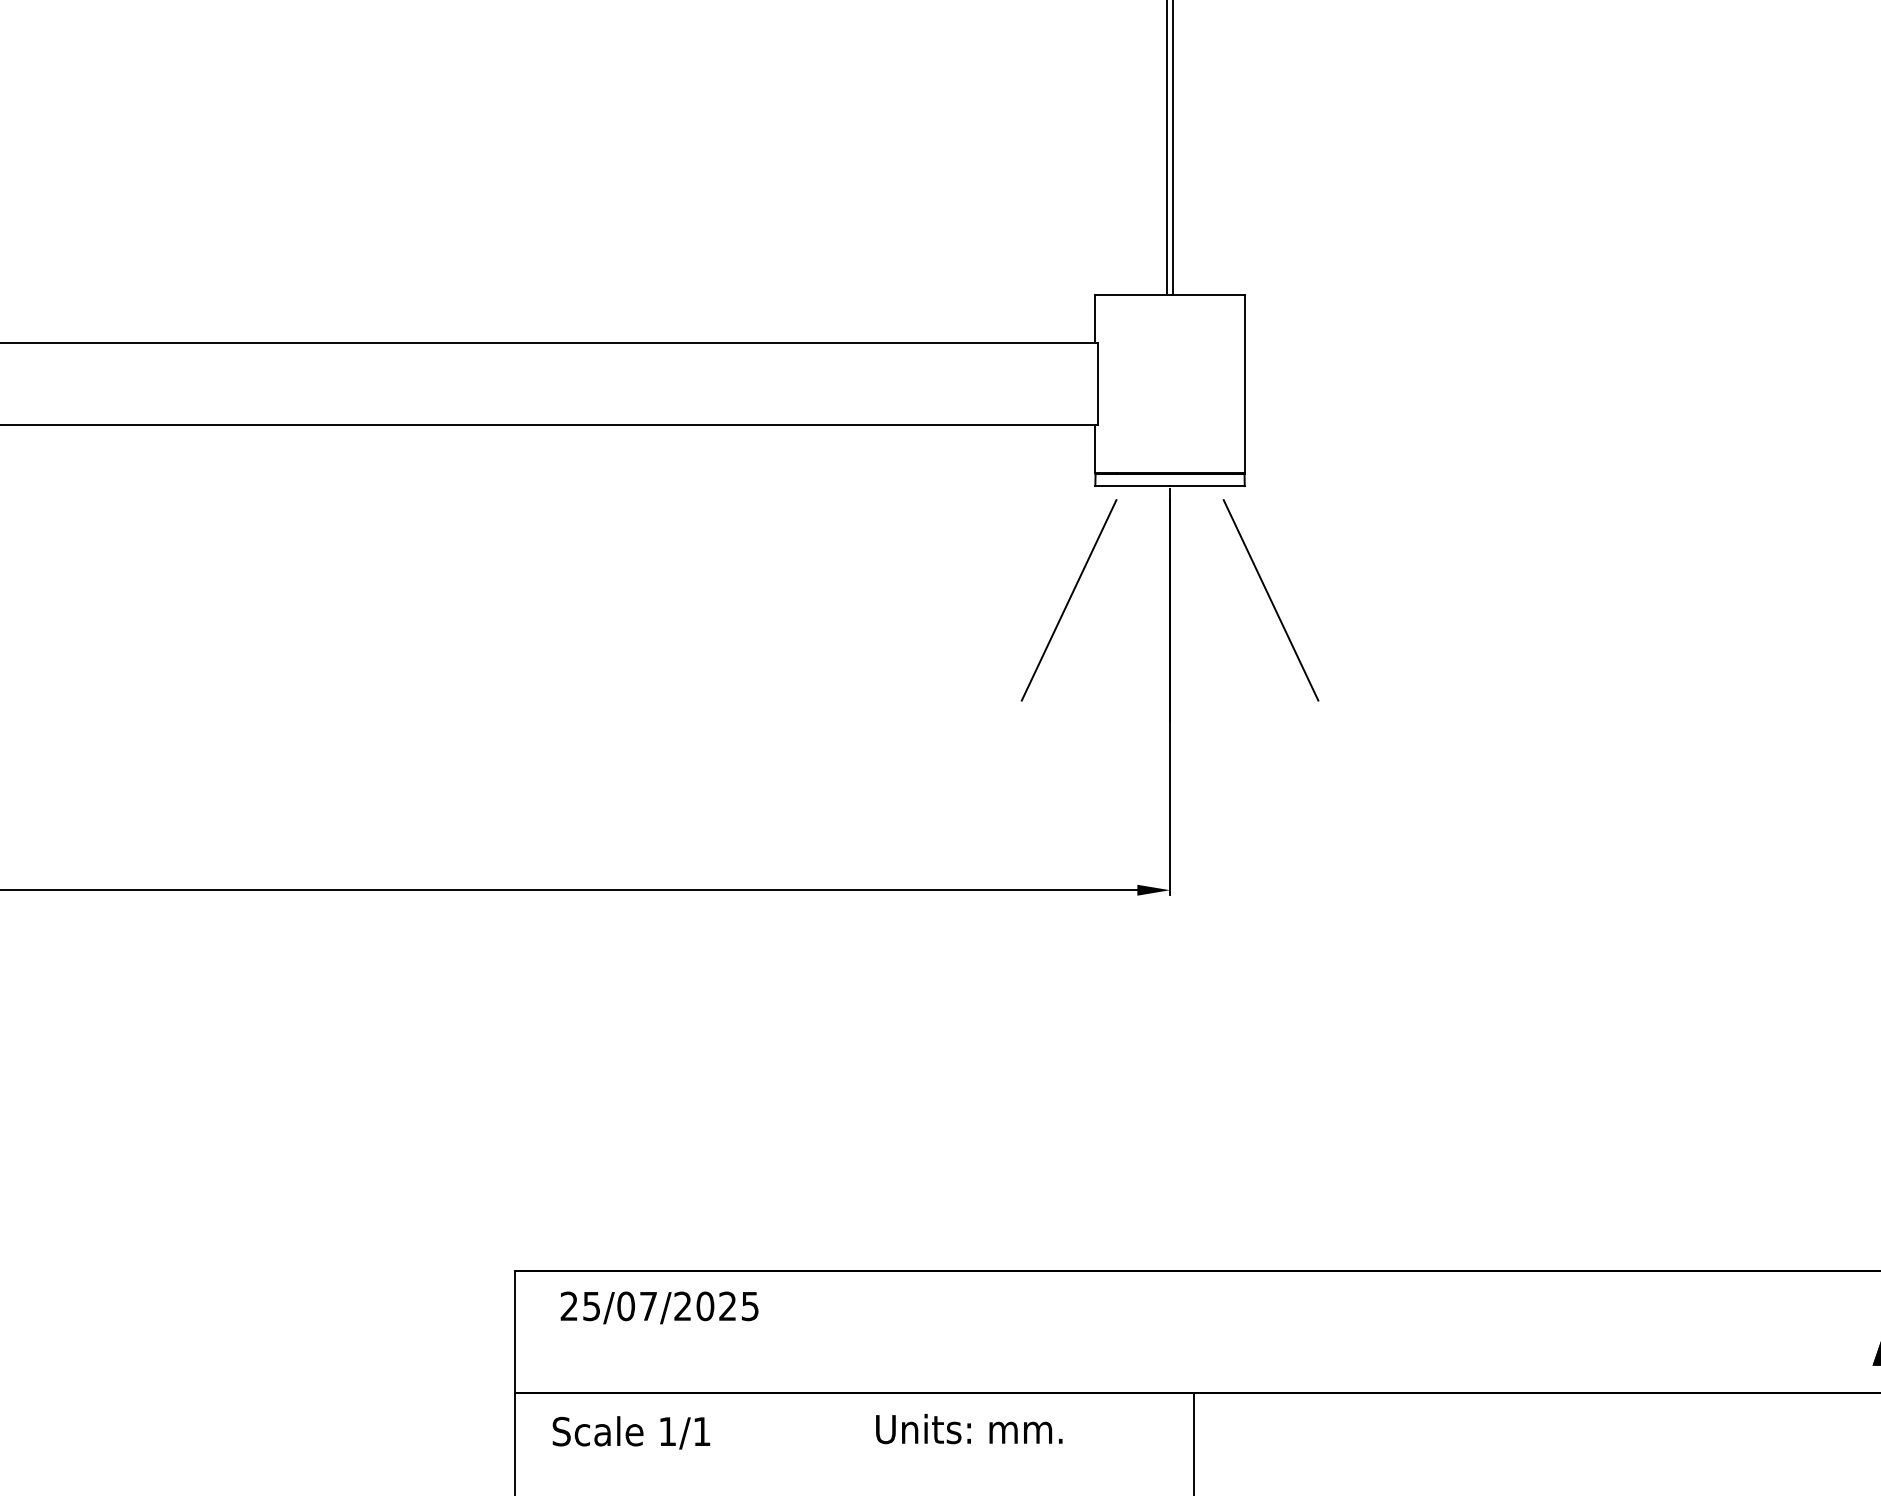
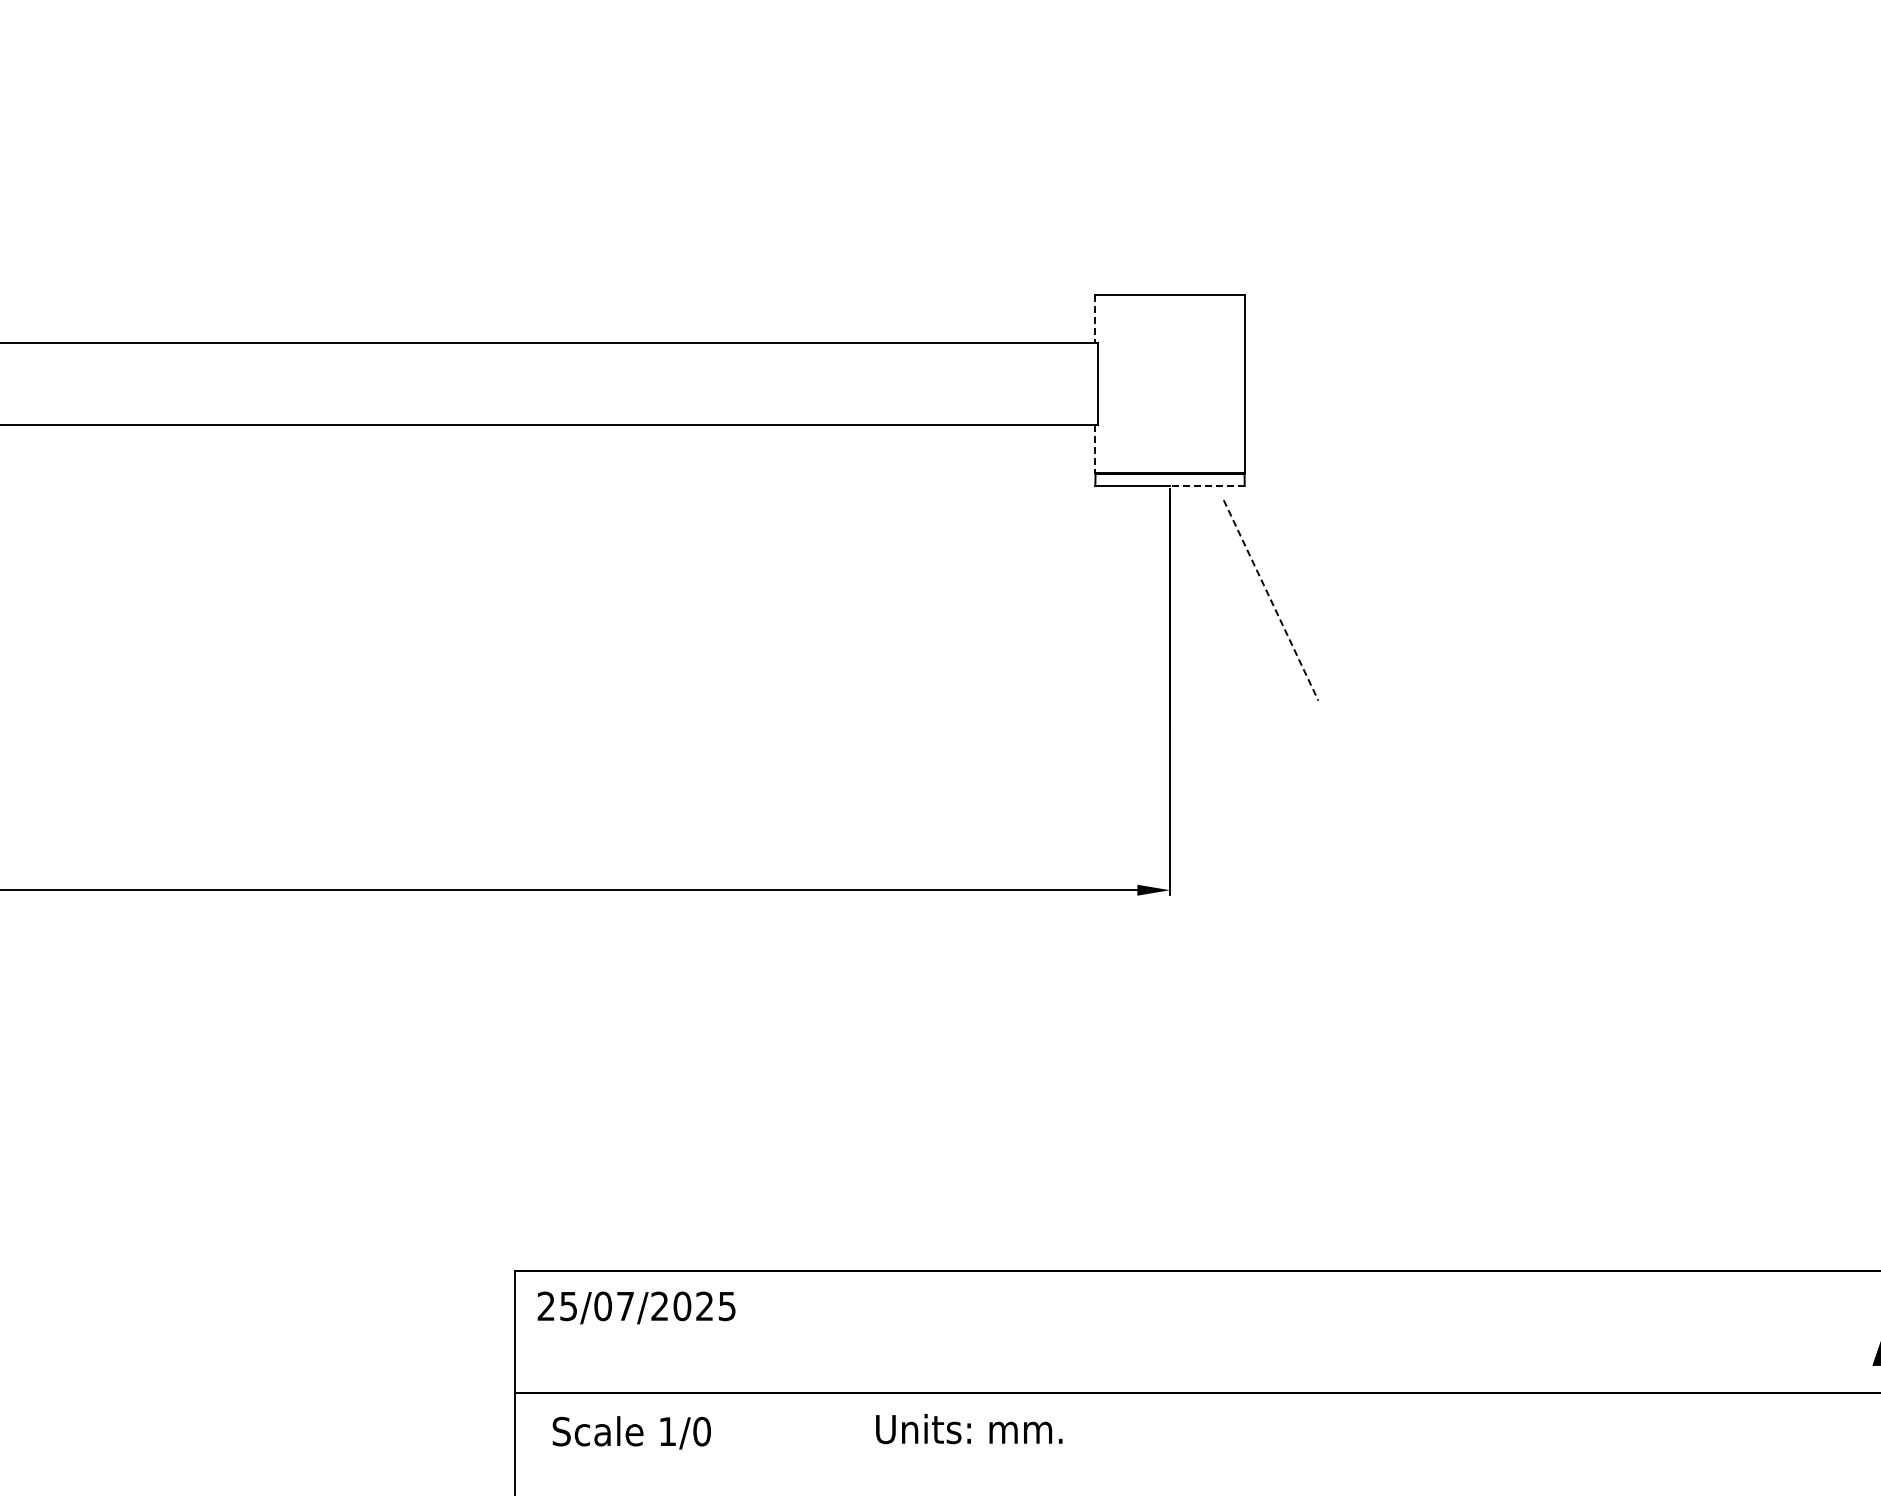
line at (1166, 148): present -> none
line at (1173, 148): present -> none
line at (1095, 319): solid -> dashed
line at (1095, 449): solid -> dashed
line at (1206, 486): solid -> dashed
line at (1068, 600): present -> none
line at (1271, 600): solid -> dashed
text at (659, 1307) position: (659, 1307) -> (636, 1307)
text at (701, 1431): 1/1 -> 1/0
line at (1194, 1442): present -> none
